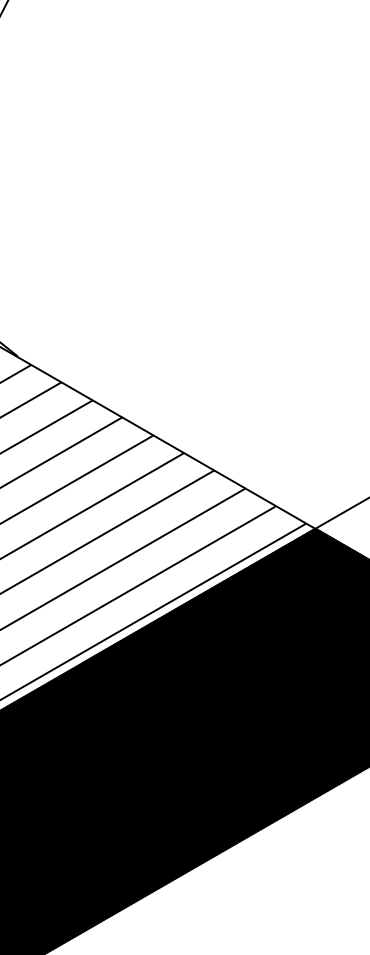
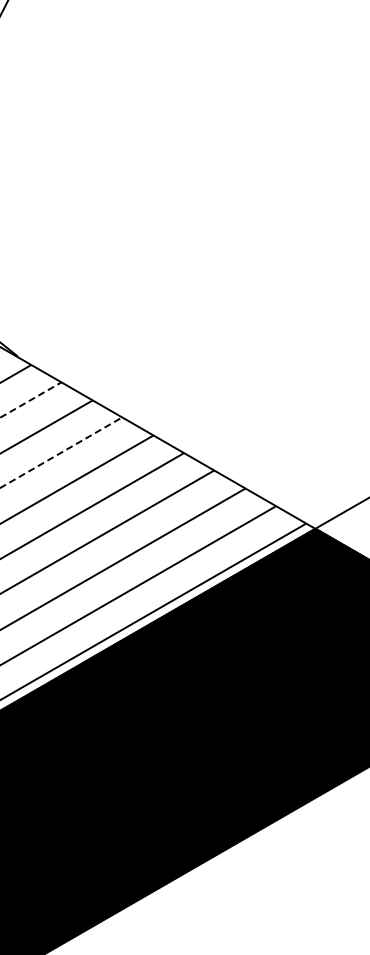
line at (31, 399): solid -> dashed
line at (62, 452): solid -> dashed
